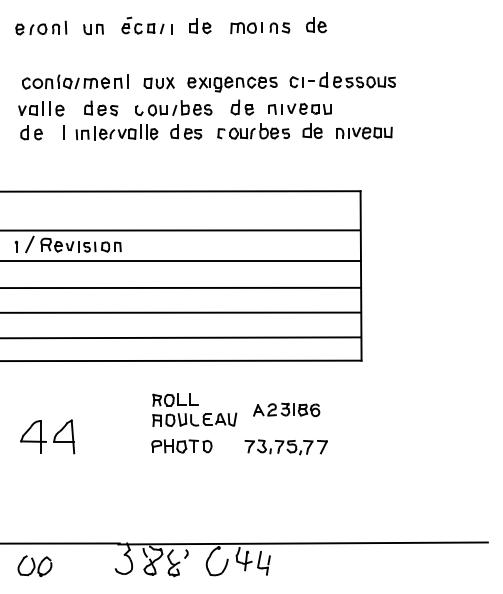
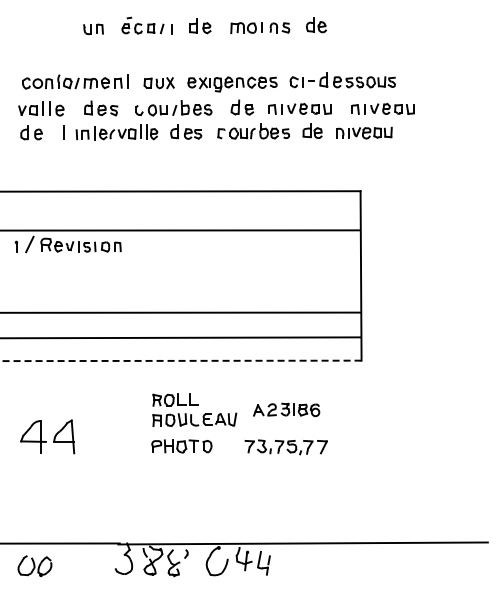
part at (41, 27): present -> none
part at (382, 108): none -> present
line at (181, 260): present -> none
line at (181, 287): present -> none
line at (180, 360): solid -> dashed
